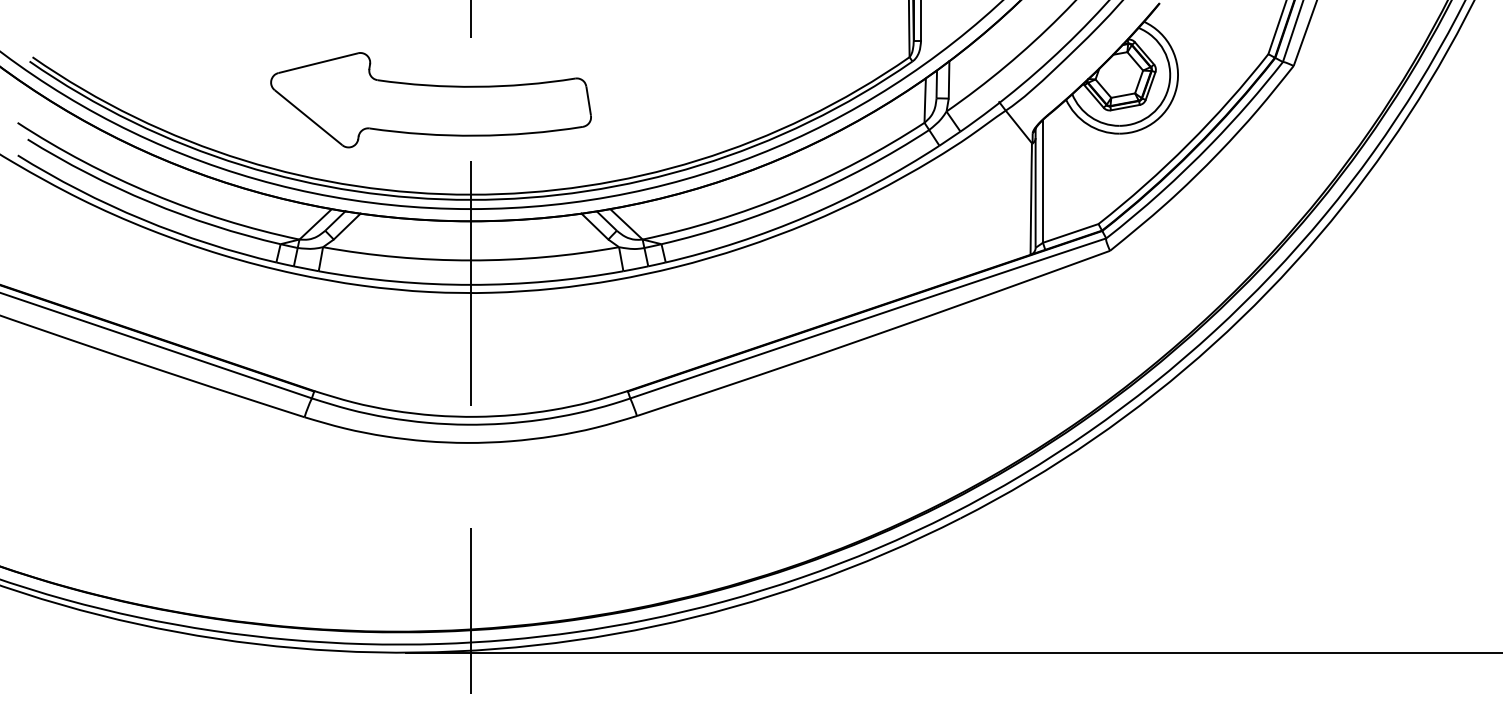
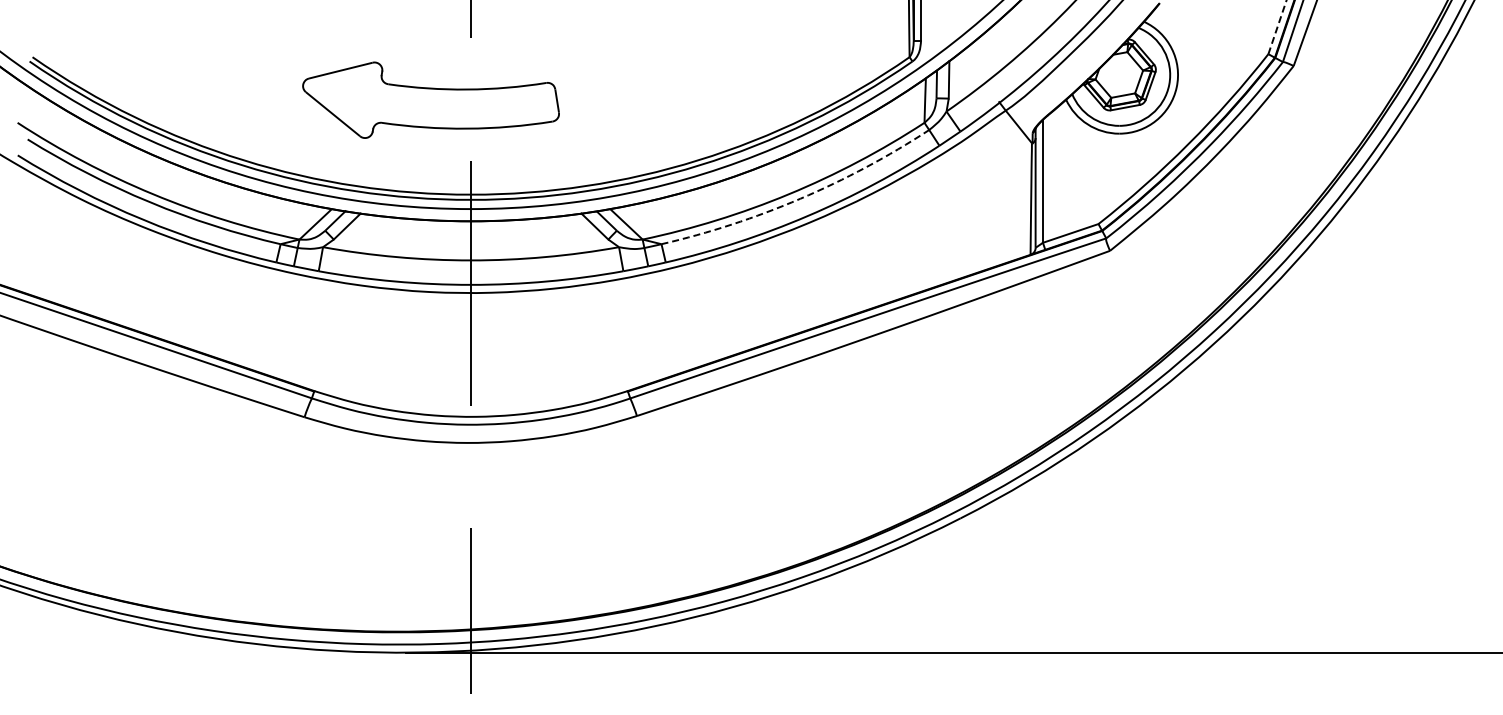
line at (1277, 26): solid -> dashed
part at (430, 100) size: 322x97 px -> 258x78 px
arc at (800, 198): solid -> dashed
